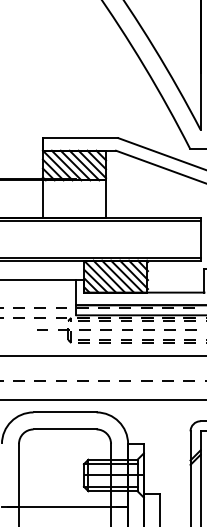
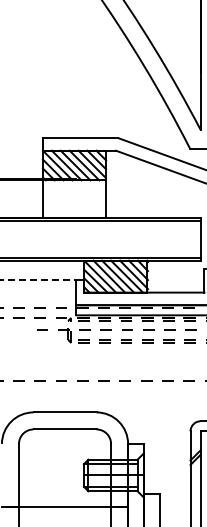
line at (38, 279): solid -> dashed
line at (102, 355): present -> none
line at (102, 399): present -> none
